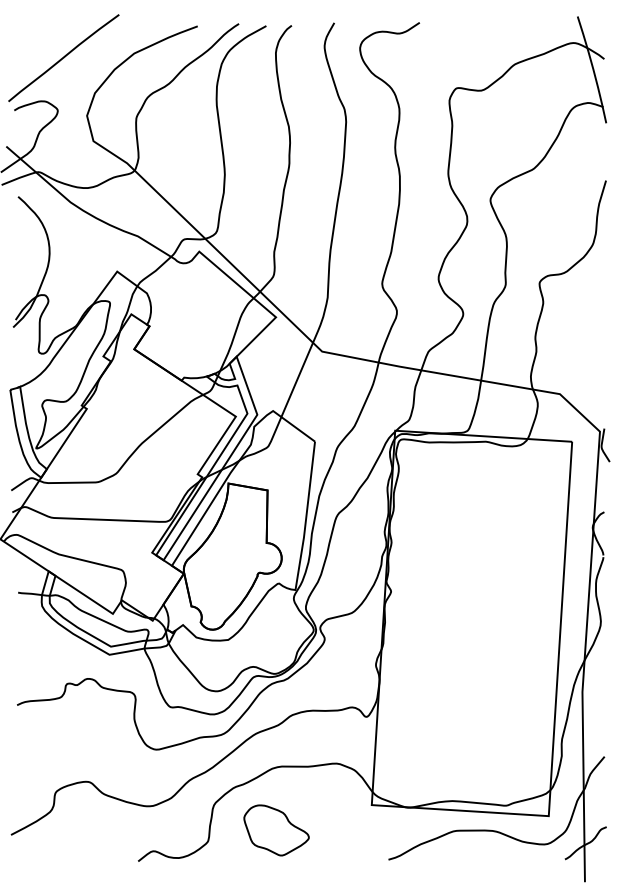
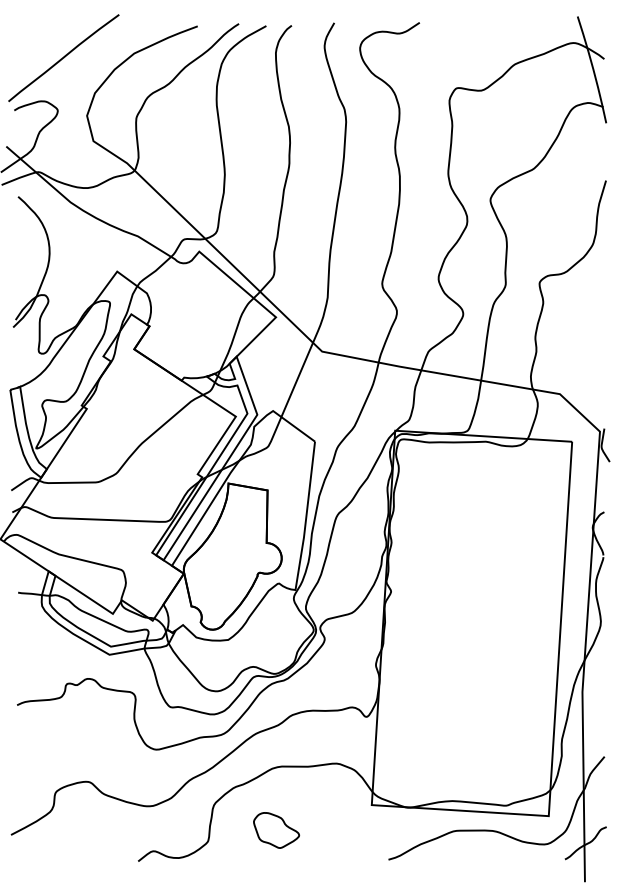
part at (276, 830) size: 67x53 px -> 48x37 px
